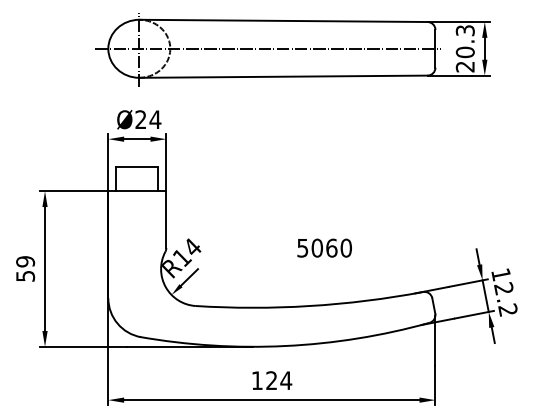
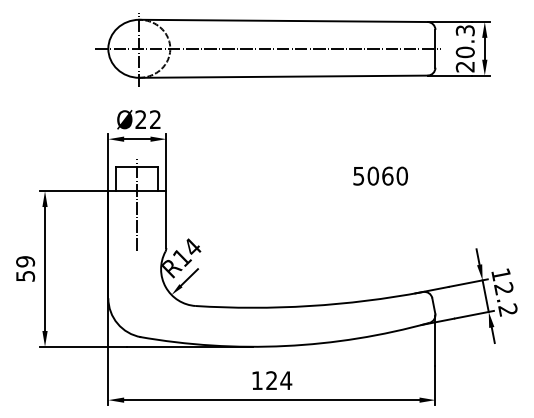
text at (155, 119): Ø24 -> Ø22
line at (137, 205): none -> present
text at (324, 247) position: (324, 247) -> (380, 175)
